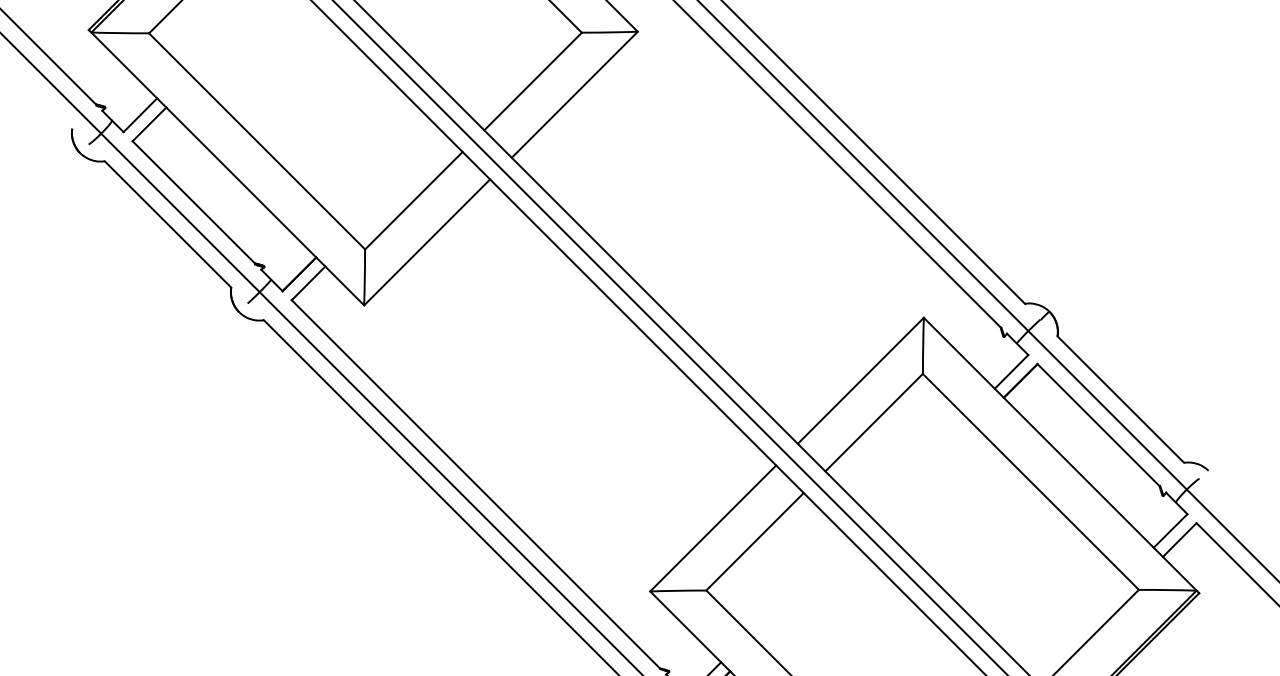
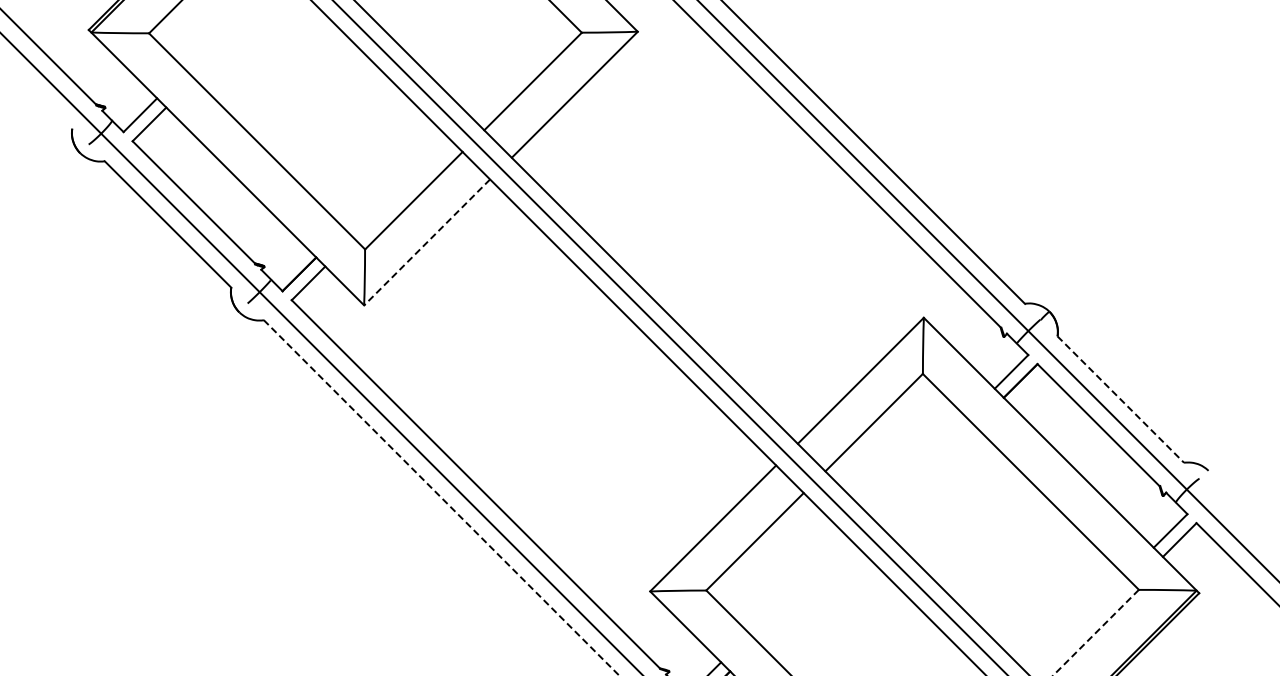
line at (426, 242): solid -> dashed
line at (1121, 399): solid -> dashed
line at (441, 498): solid -> dashed
line at (1095, 632): solid -> dashed
